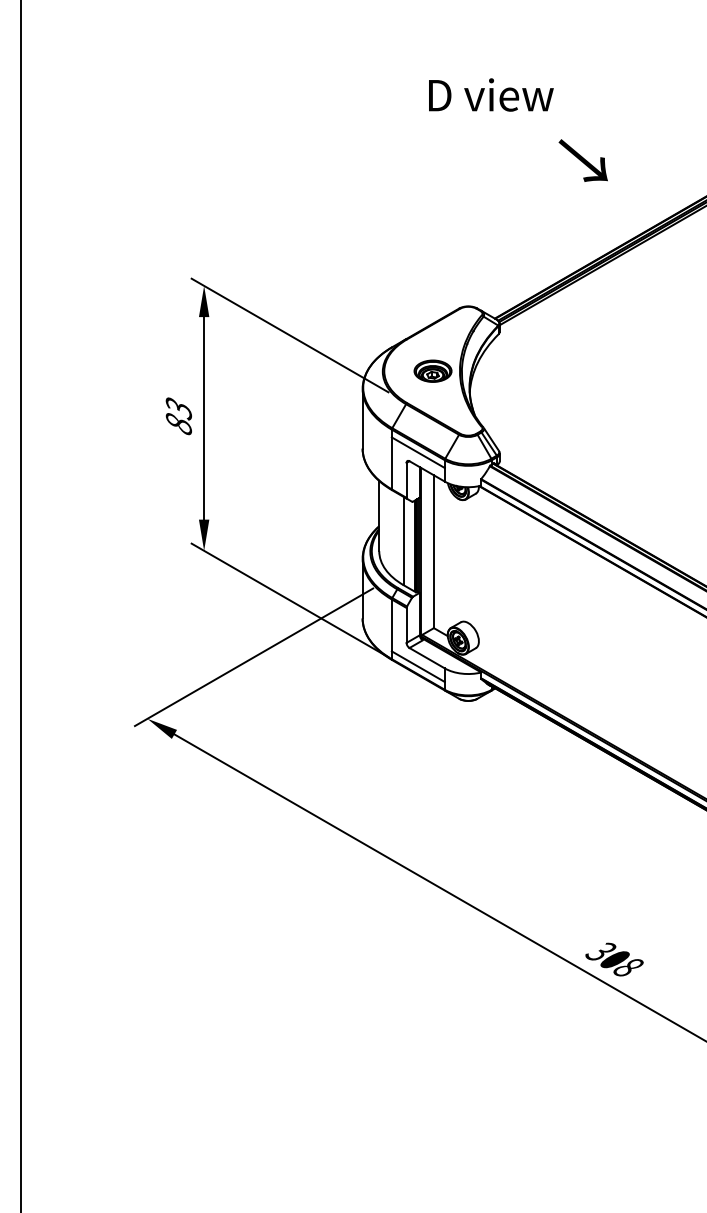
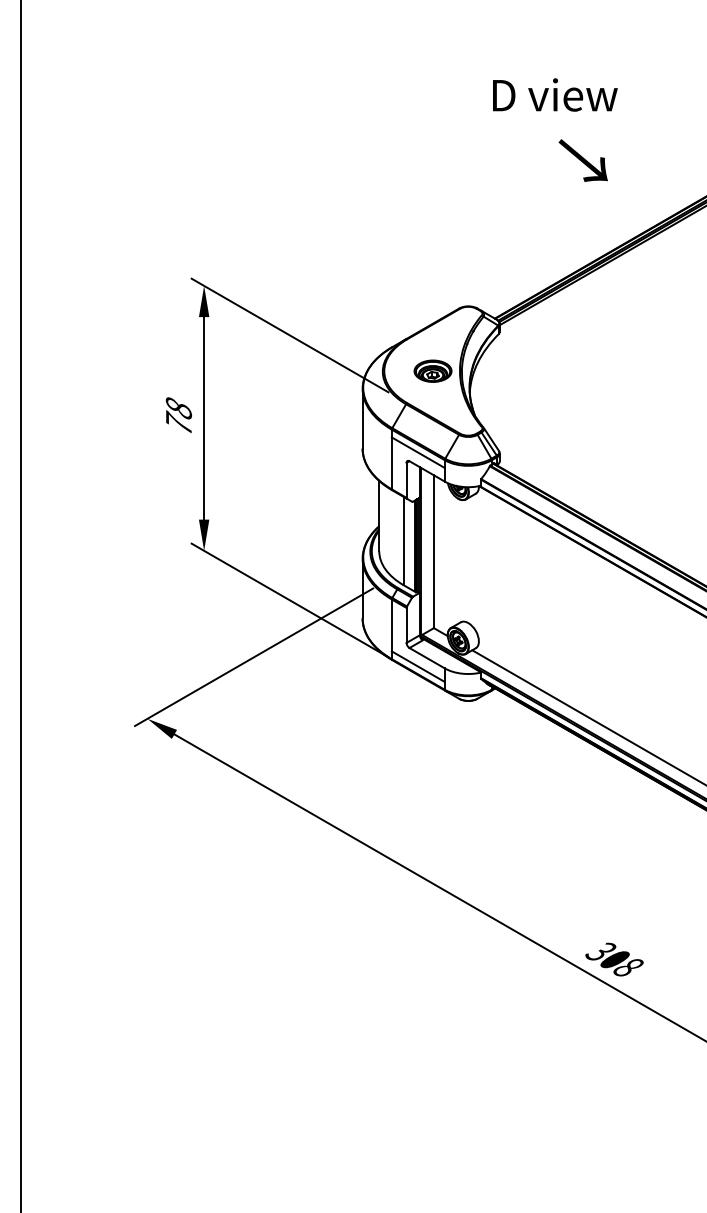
text at (491, 94) position: (491, 94) -> (555, 94)
text at (178, 416): 83 -> 78
line at (587, 716): none -> present
